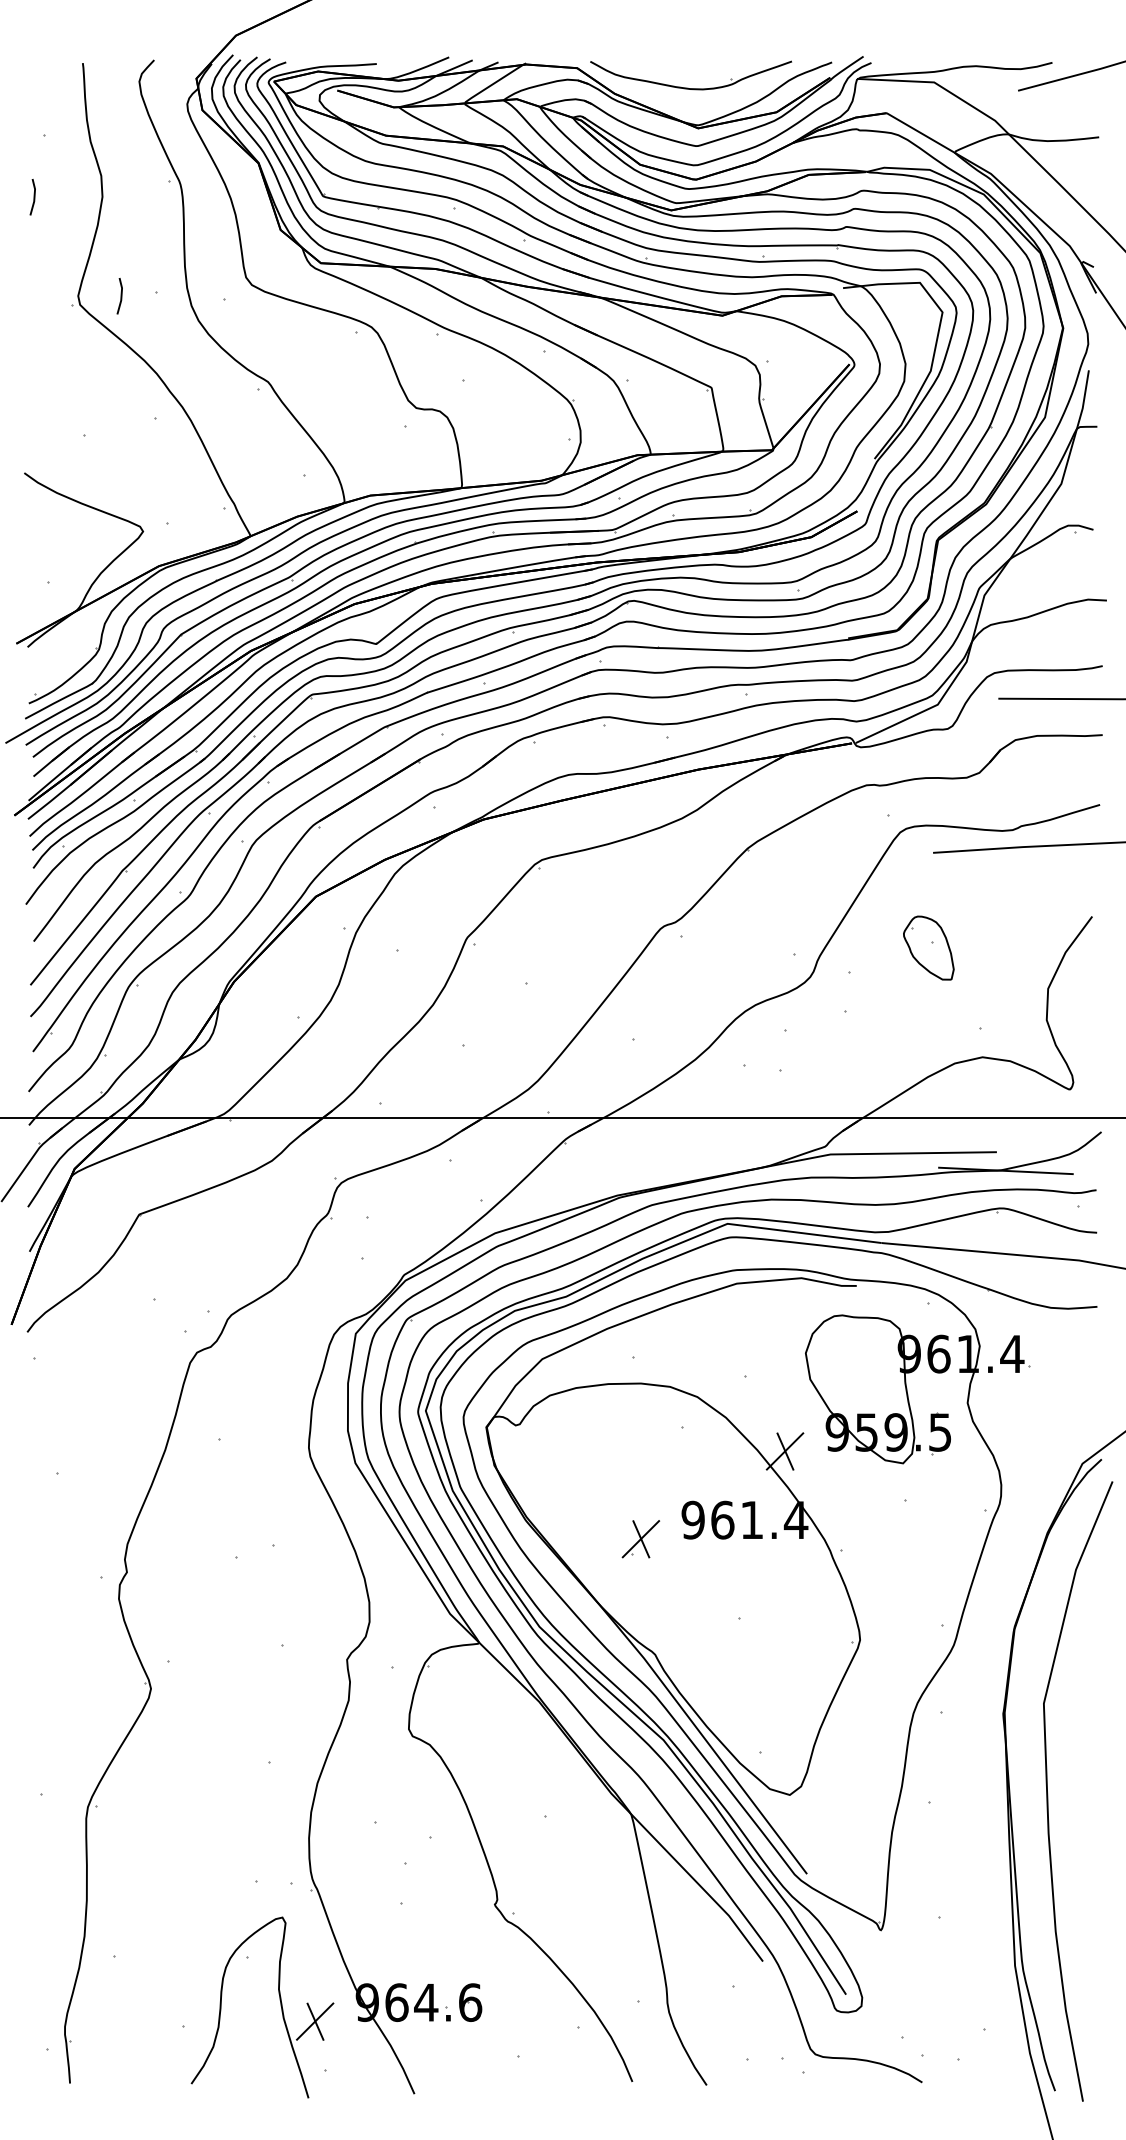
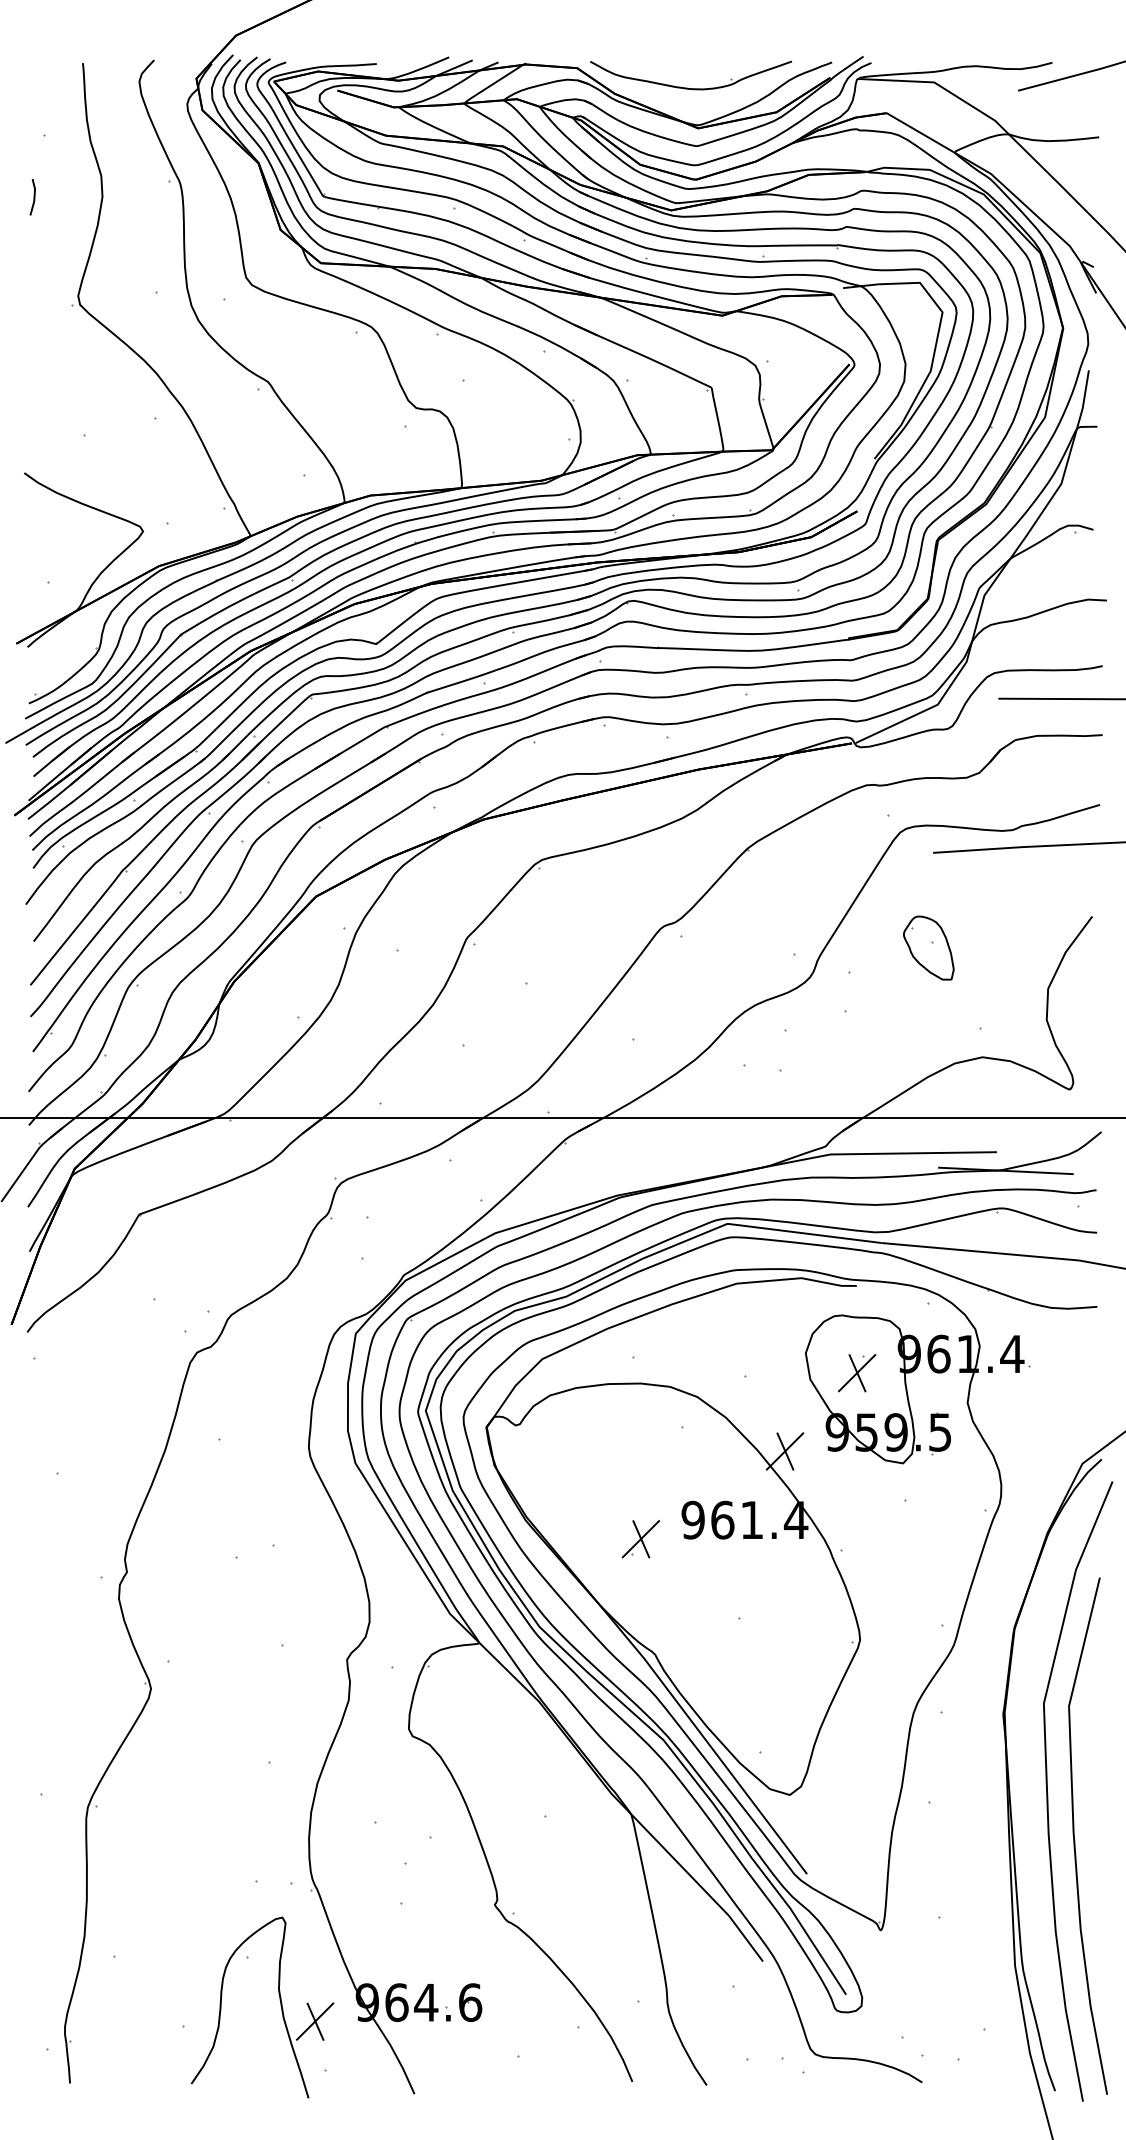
line at (120, 296): present -> none
part at (857, 1373): none -> present
curve at (1074, 1835): none -> present
